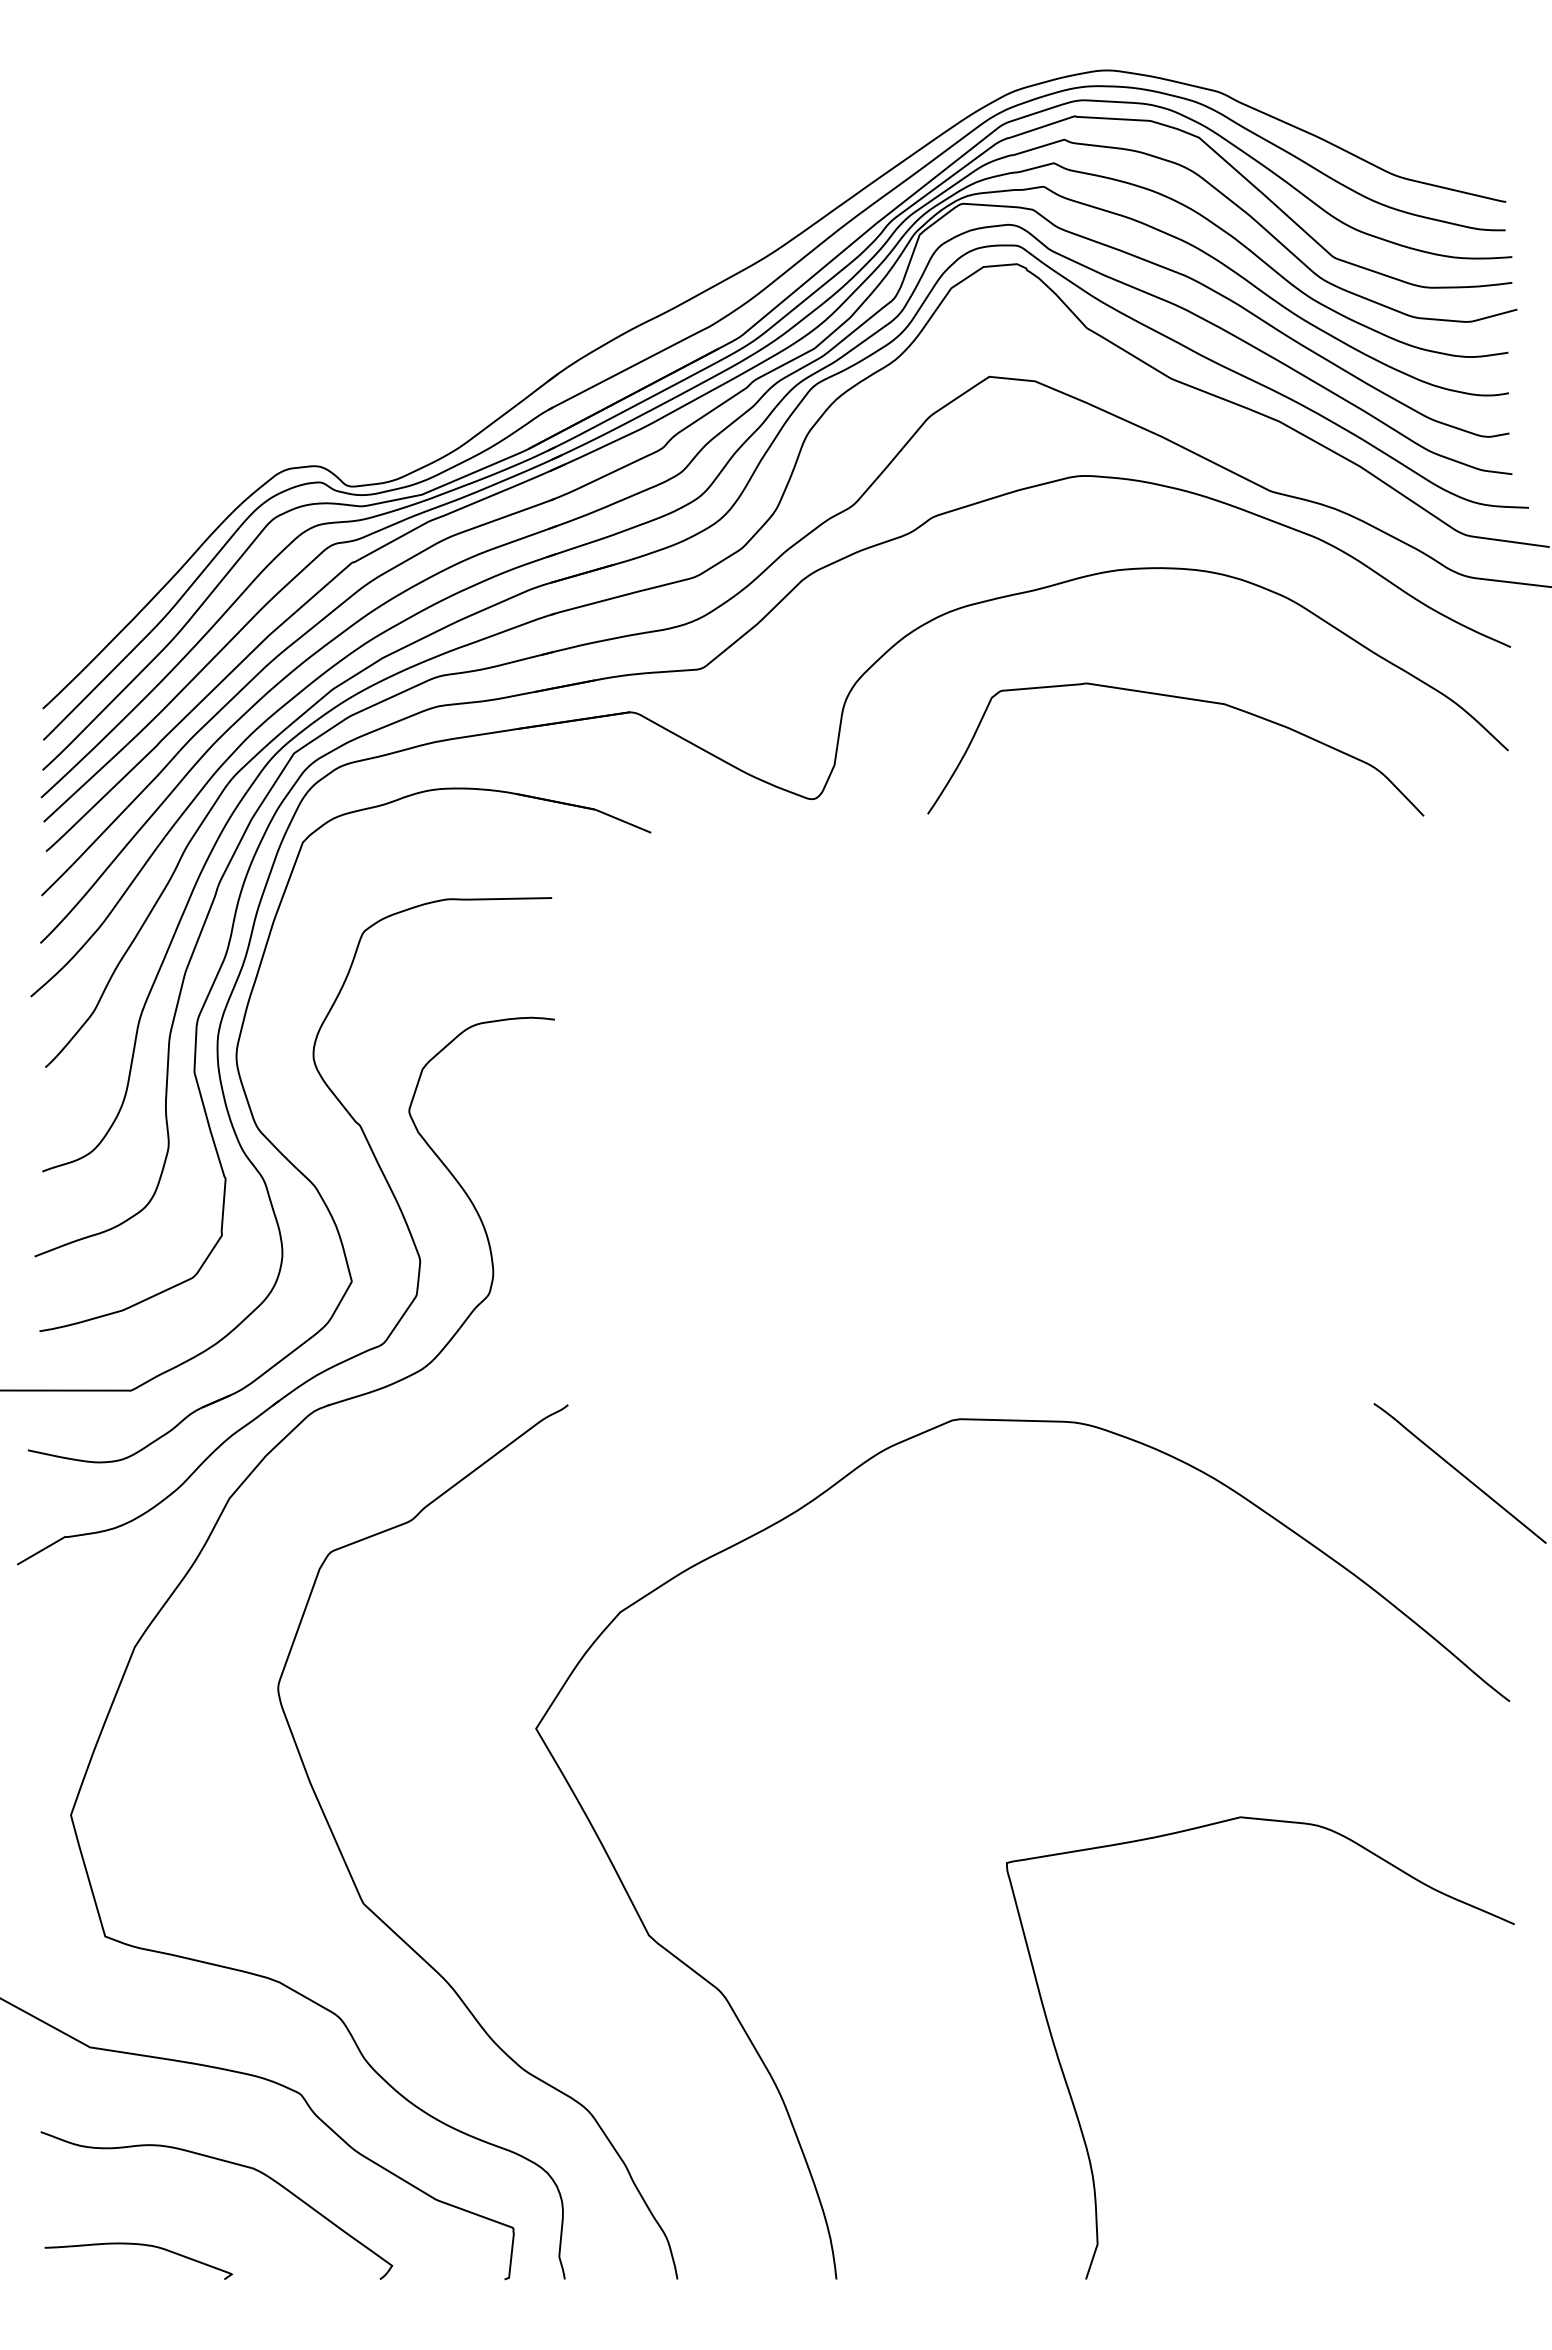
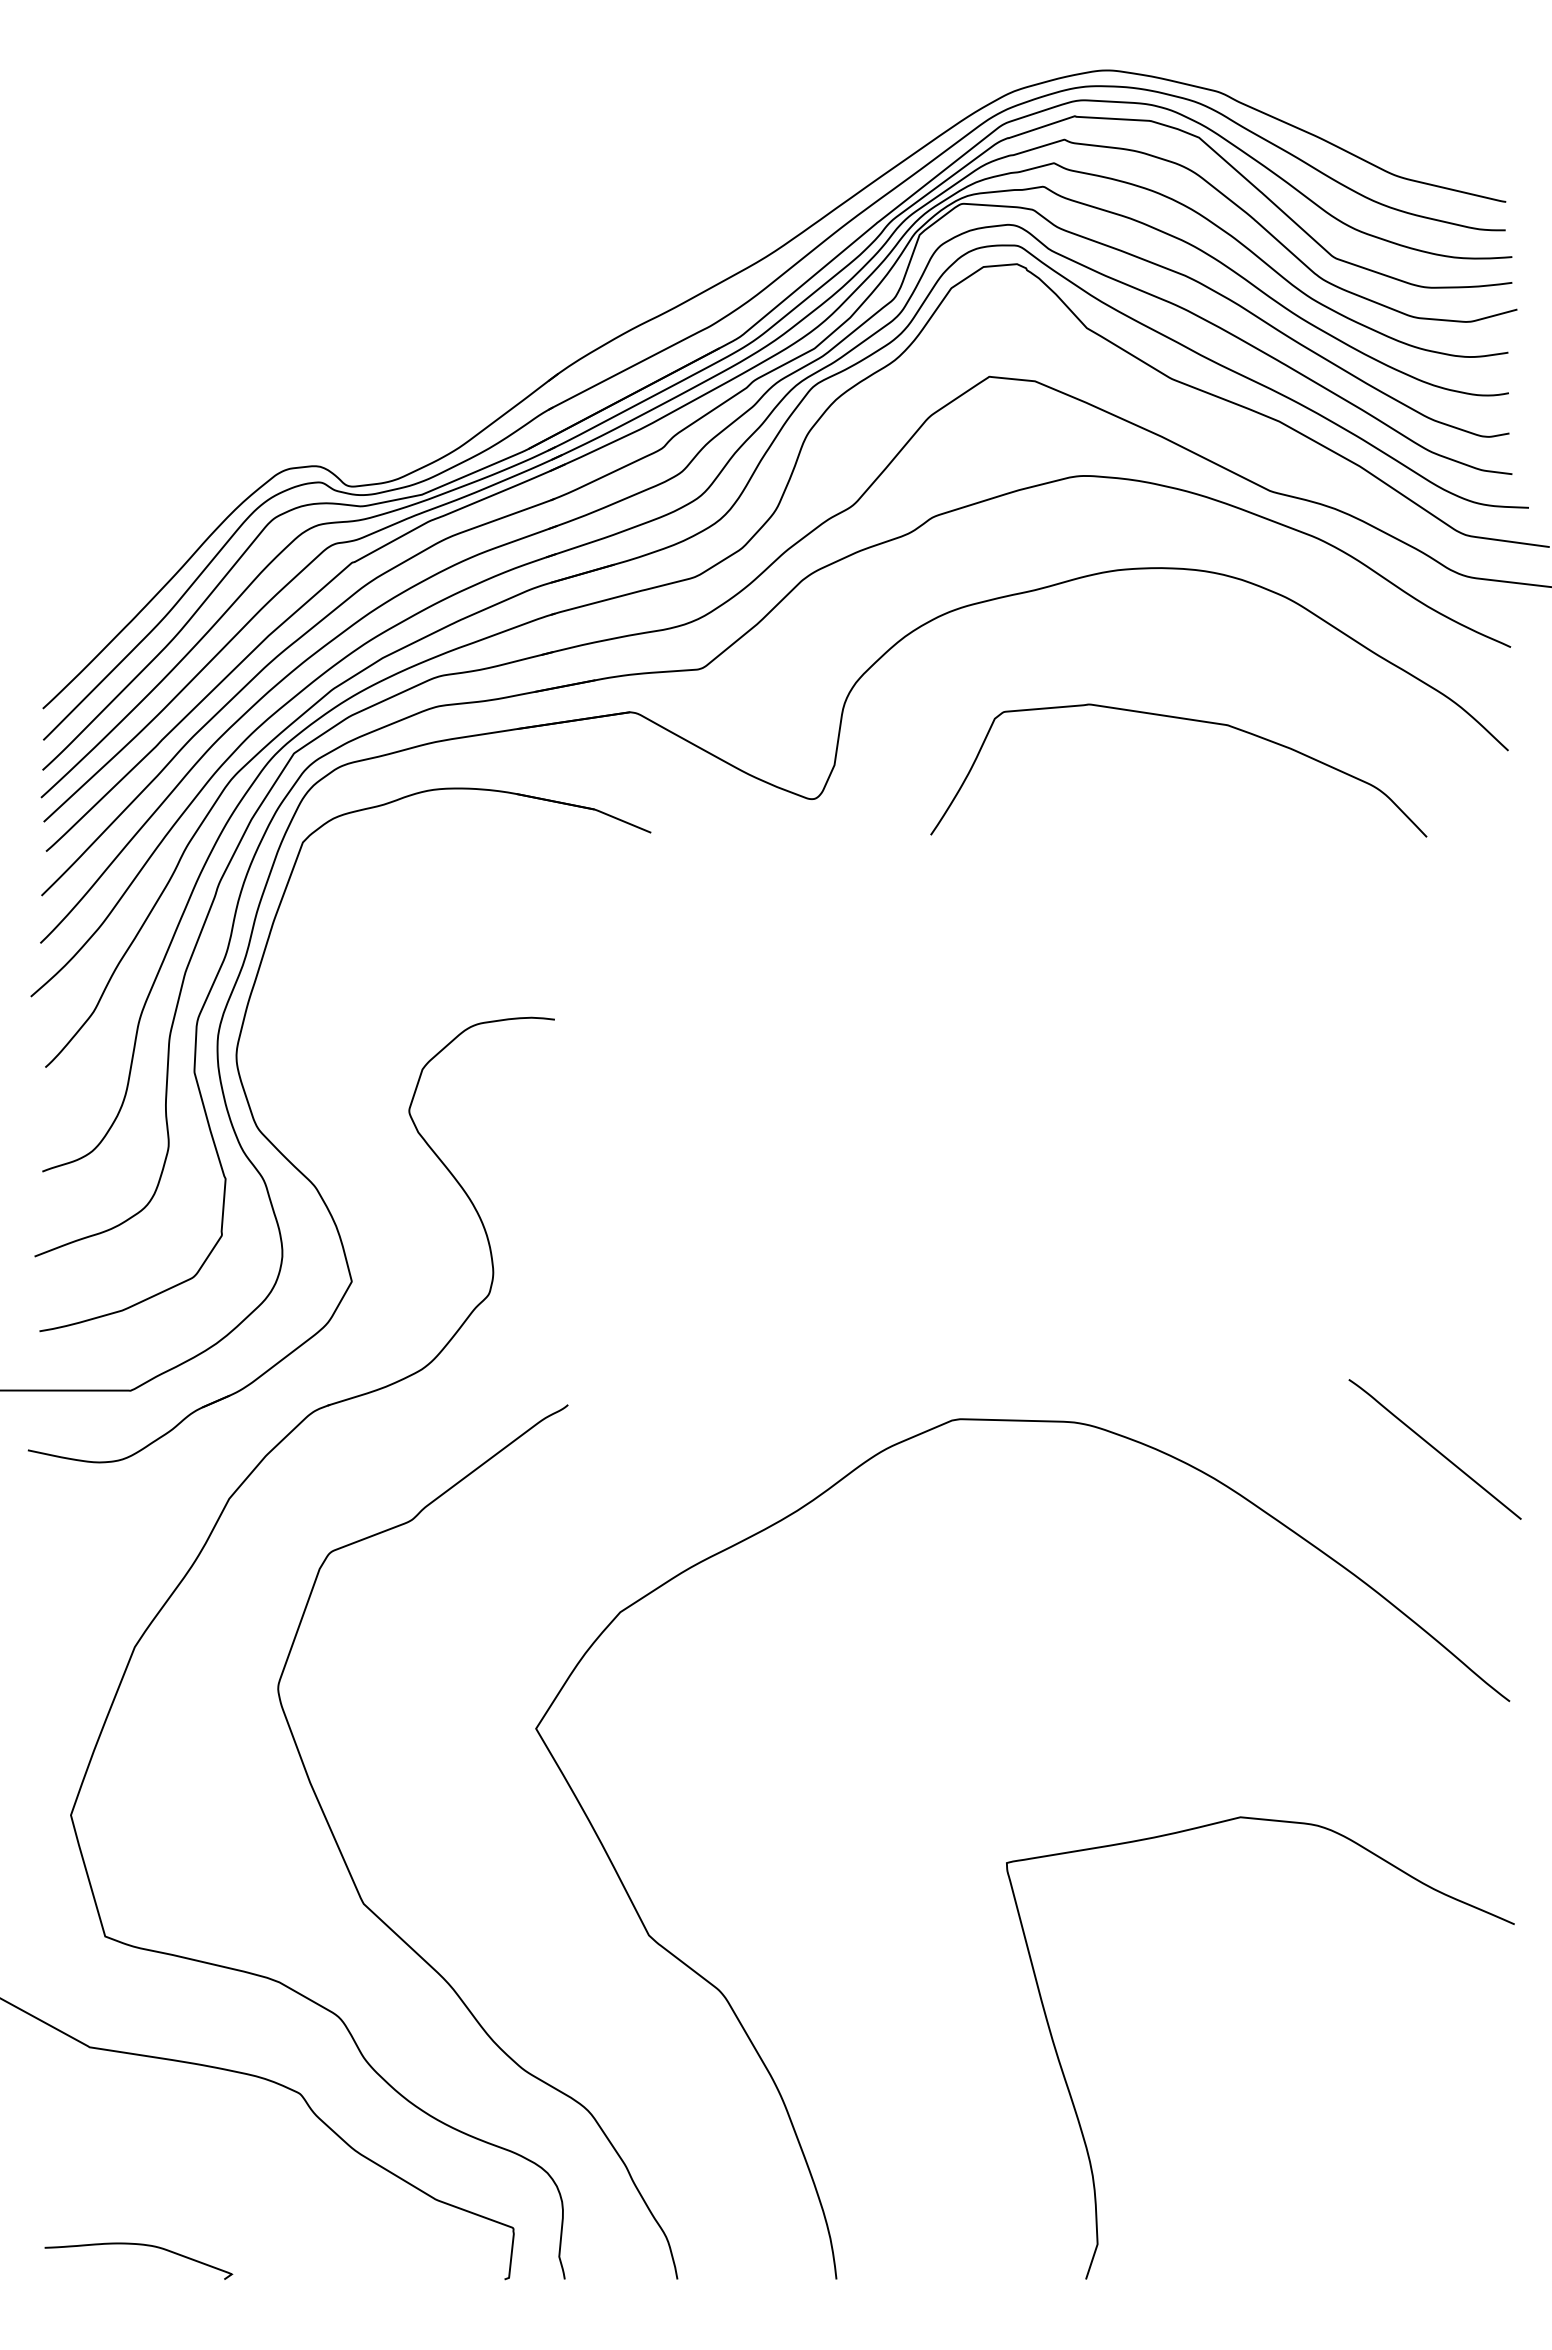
curve at (1184, 699) position: (1184, 699) -> (1187, 720)
part at (385, 1180): present -> none
curve at (1459, 1473) position: (1459, 1473) -> (1434, 1449)
curve at (229, 2163): present -> none
